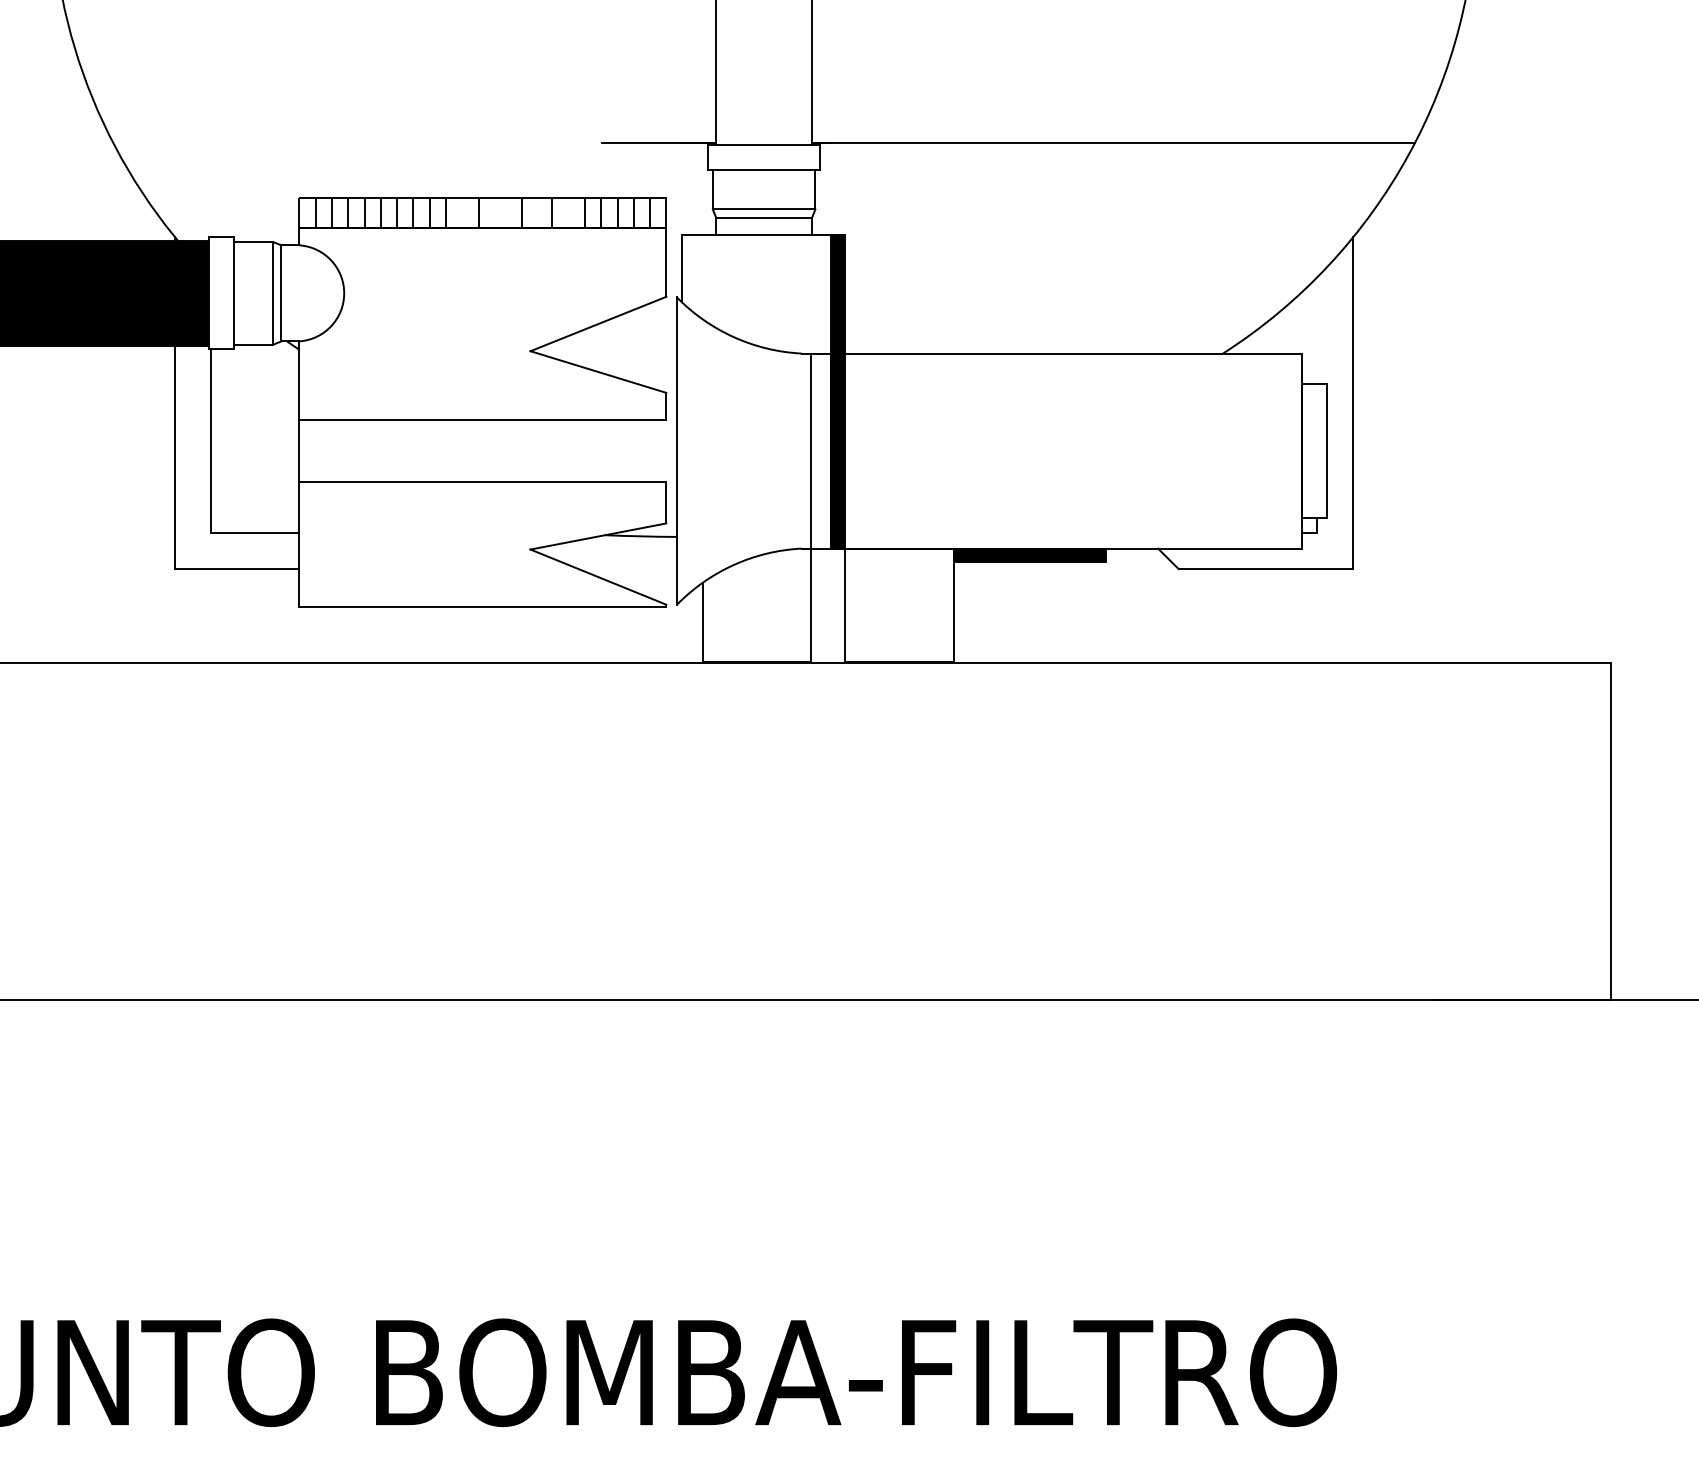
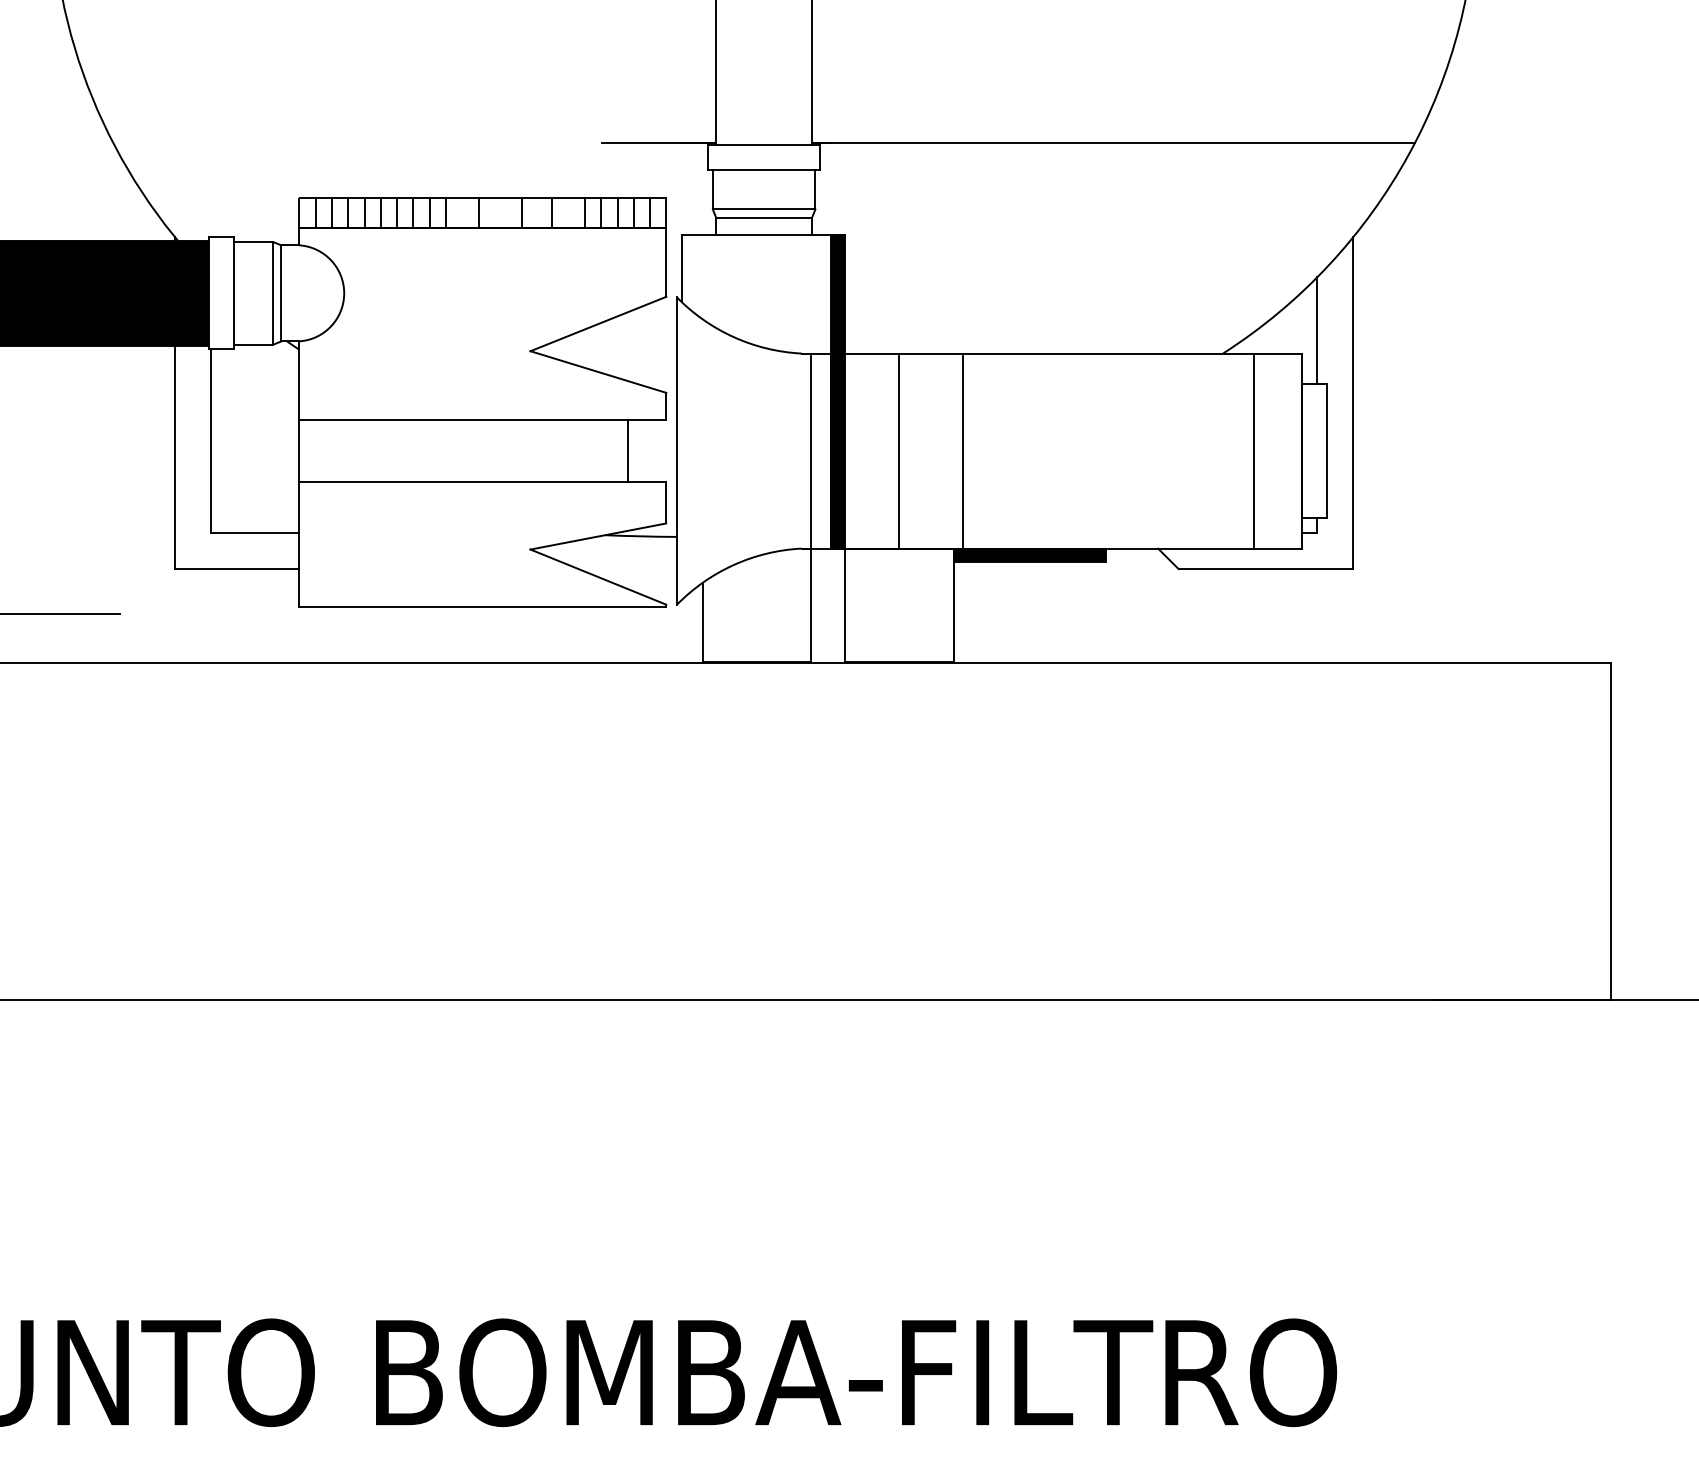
line at (1317, 330): none -> present
line at (899, 450): none -> present
line at (963, 450): none -> present
line at (1254, 450): none -> present
line at (627, 451): none -> present
line at (60, 614): none -> present
